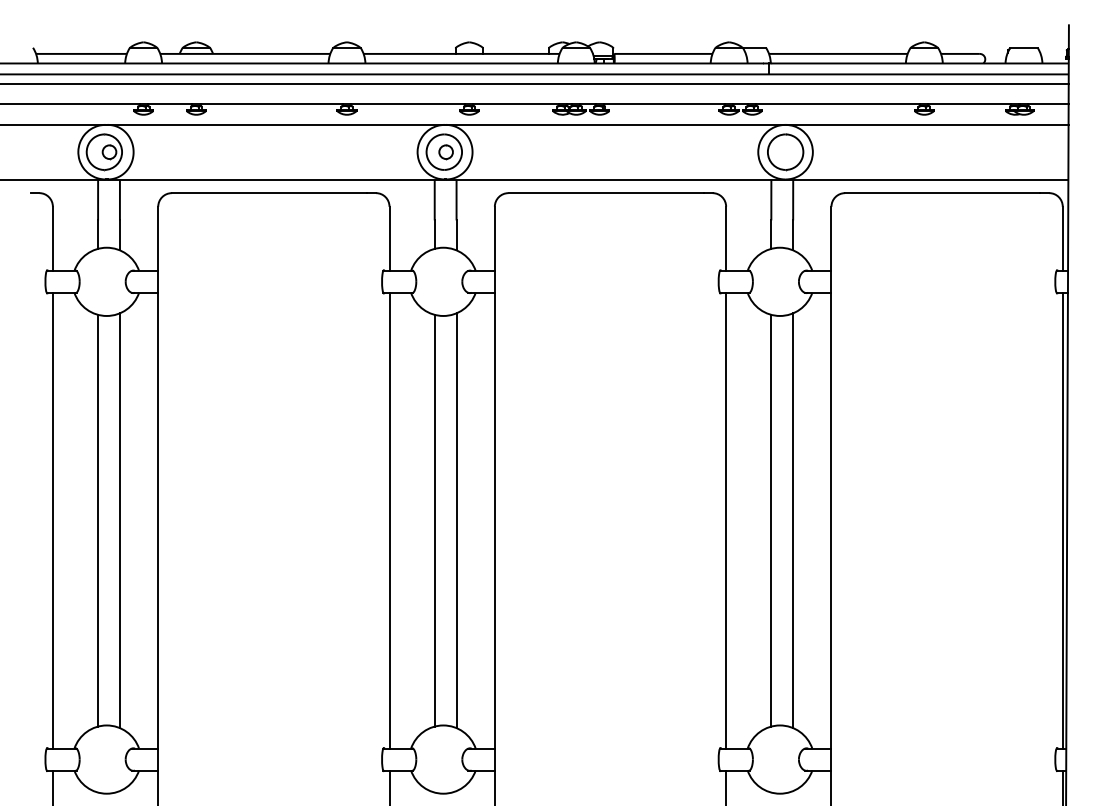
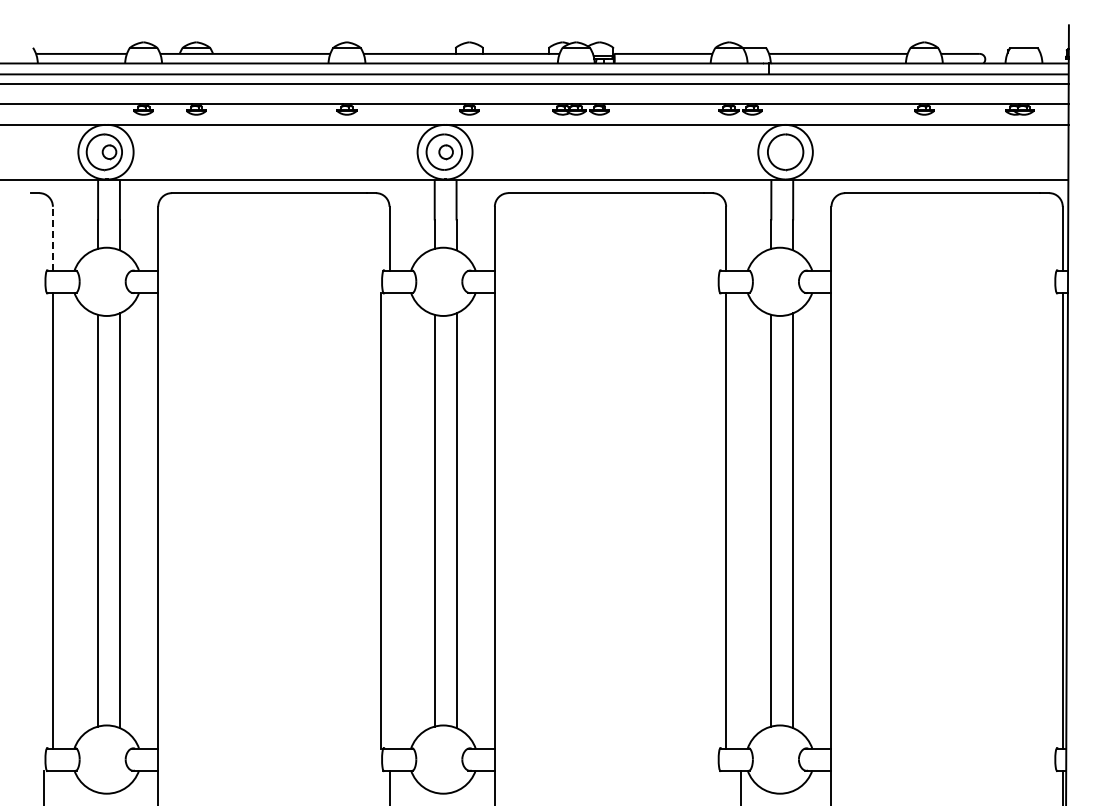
line at (52, 238): solid -> dashed
line at (389, 520) position: (389, 520) -> (380, 520)
line at (52, 786) position: (52, 786) -> (43, 786)
line at (726, 786) position: (726, 786) -> (741, 786)
